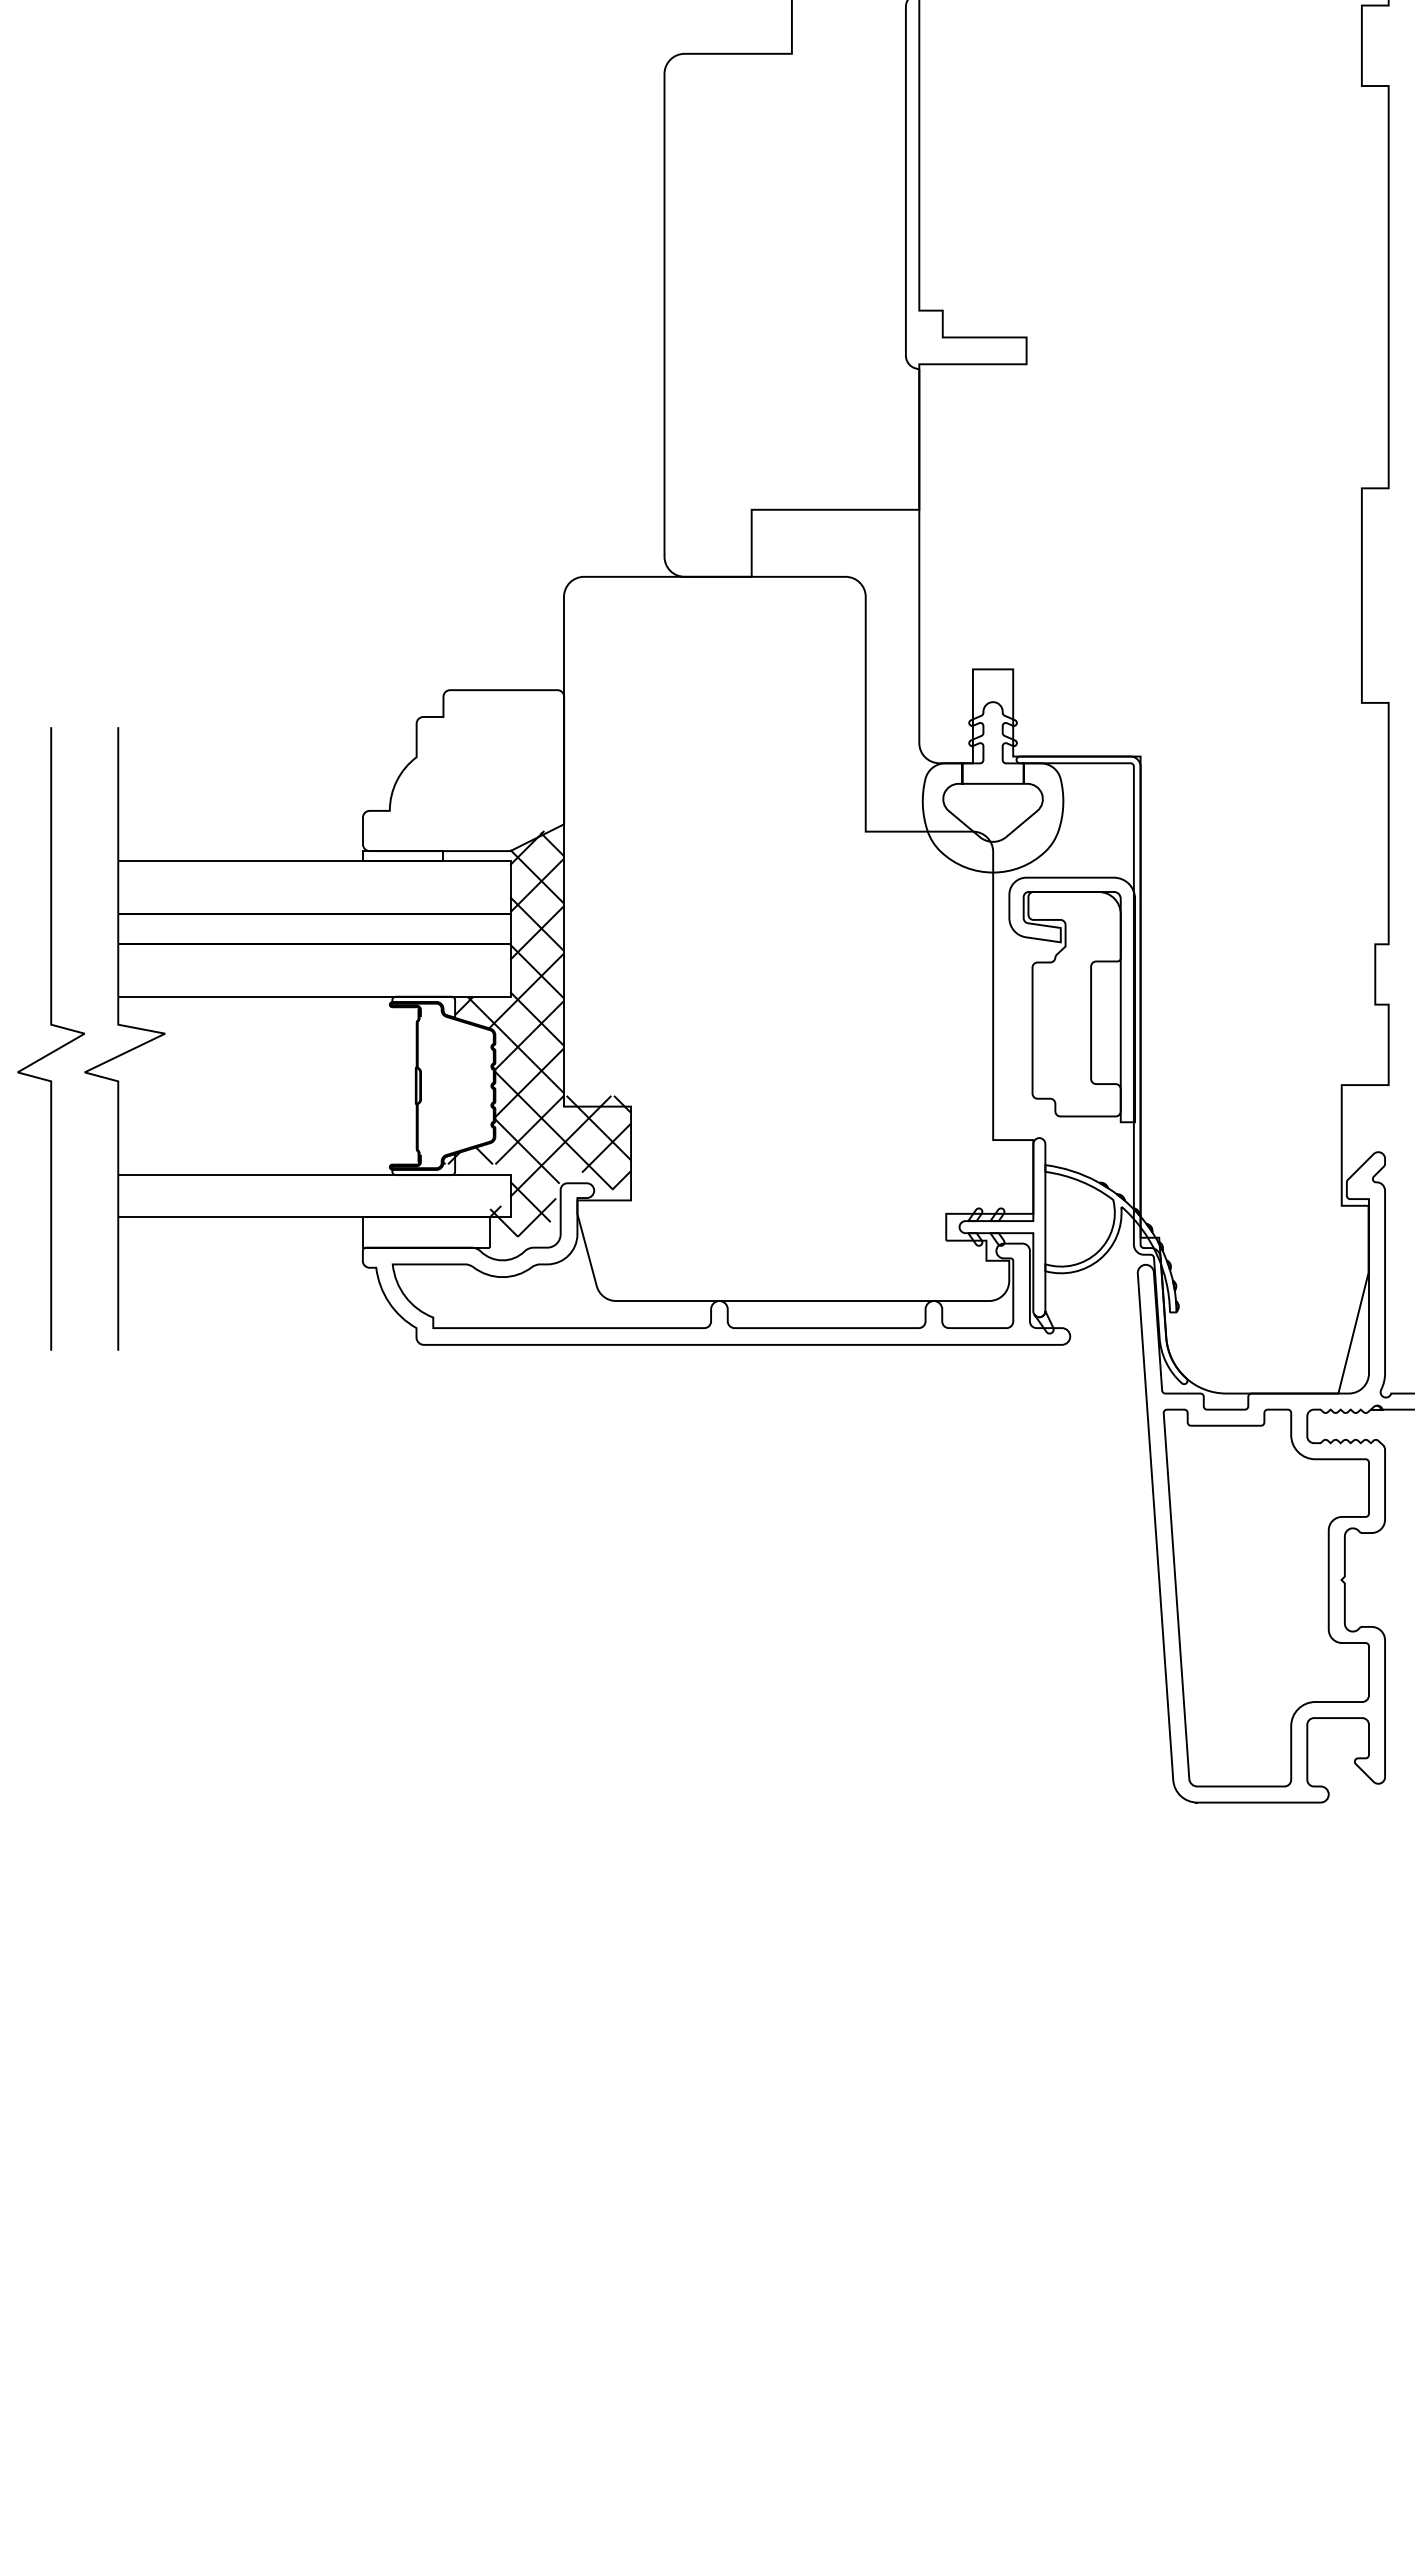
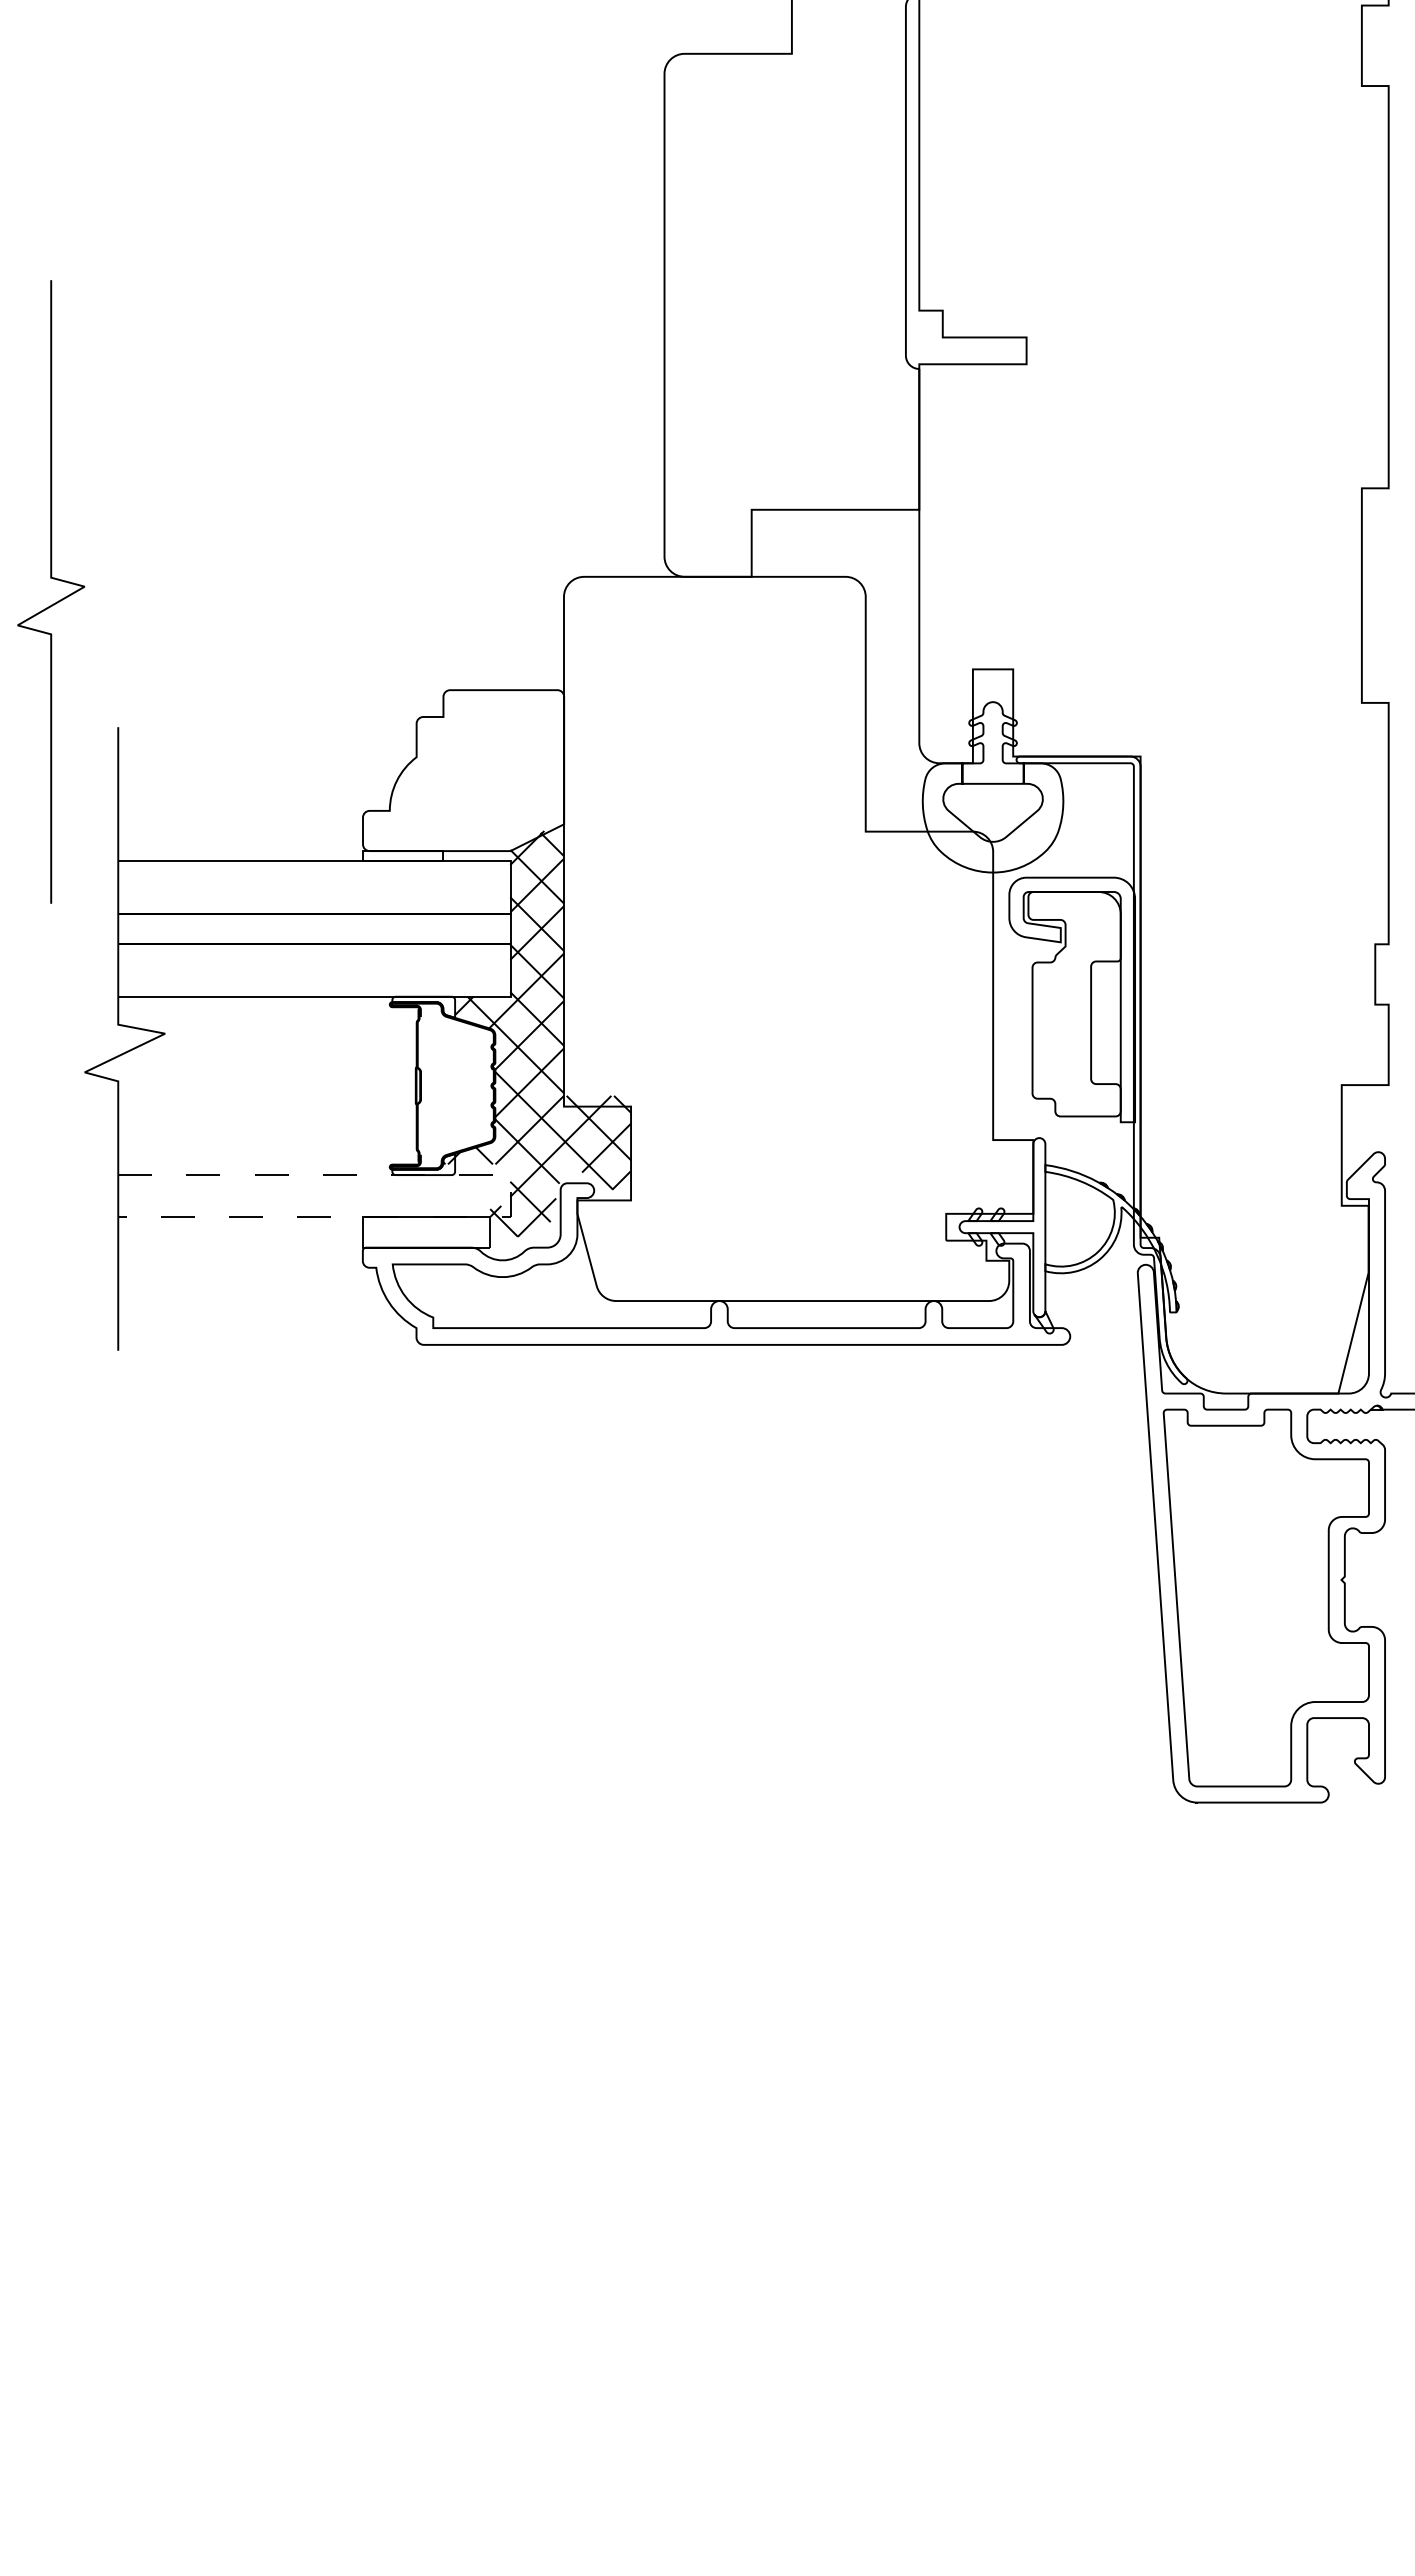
curve at (56, 1048) position: (56, 1048) -> (56, 601)
line at (510, 1195): solid -> dashed
